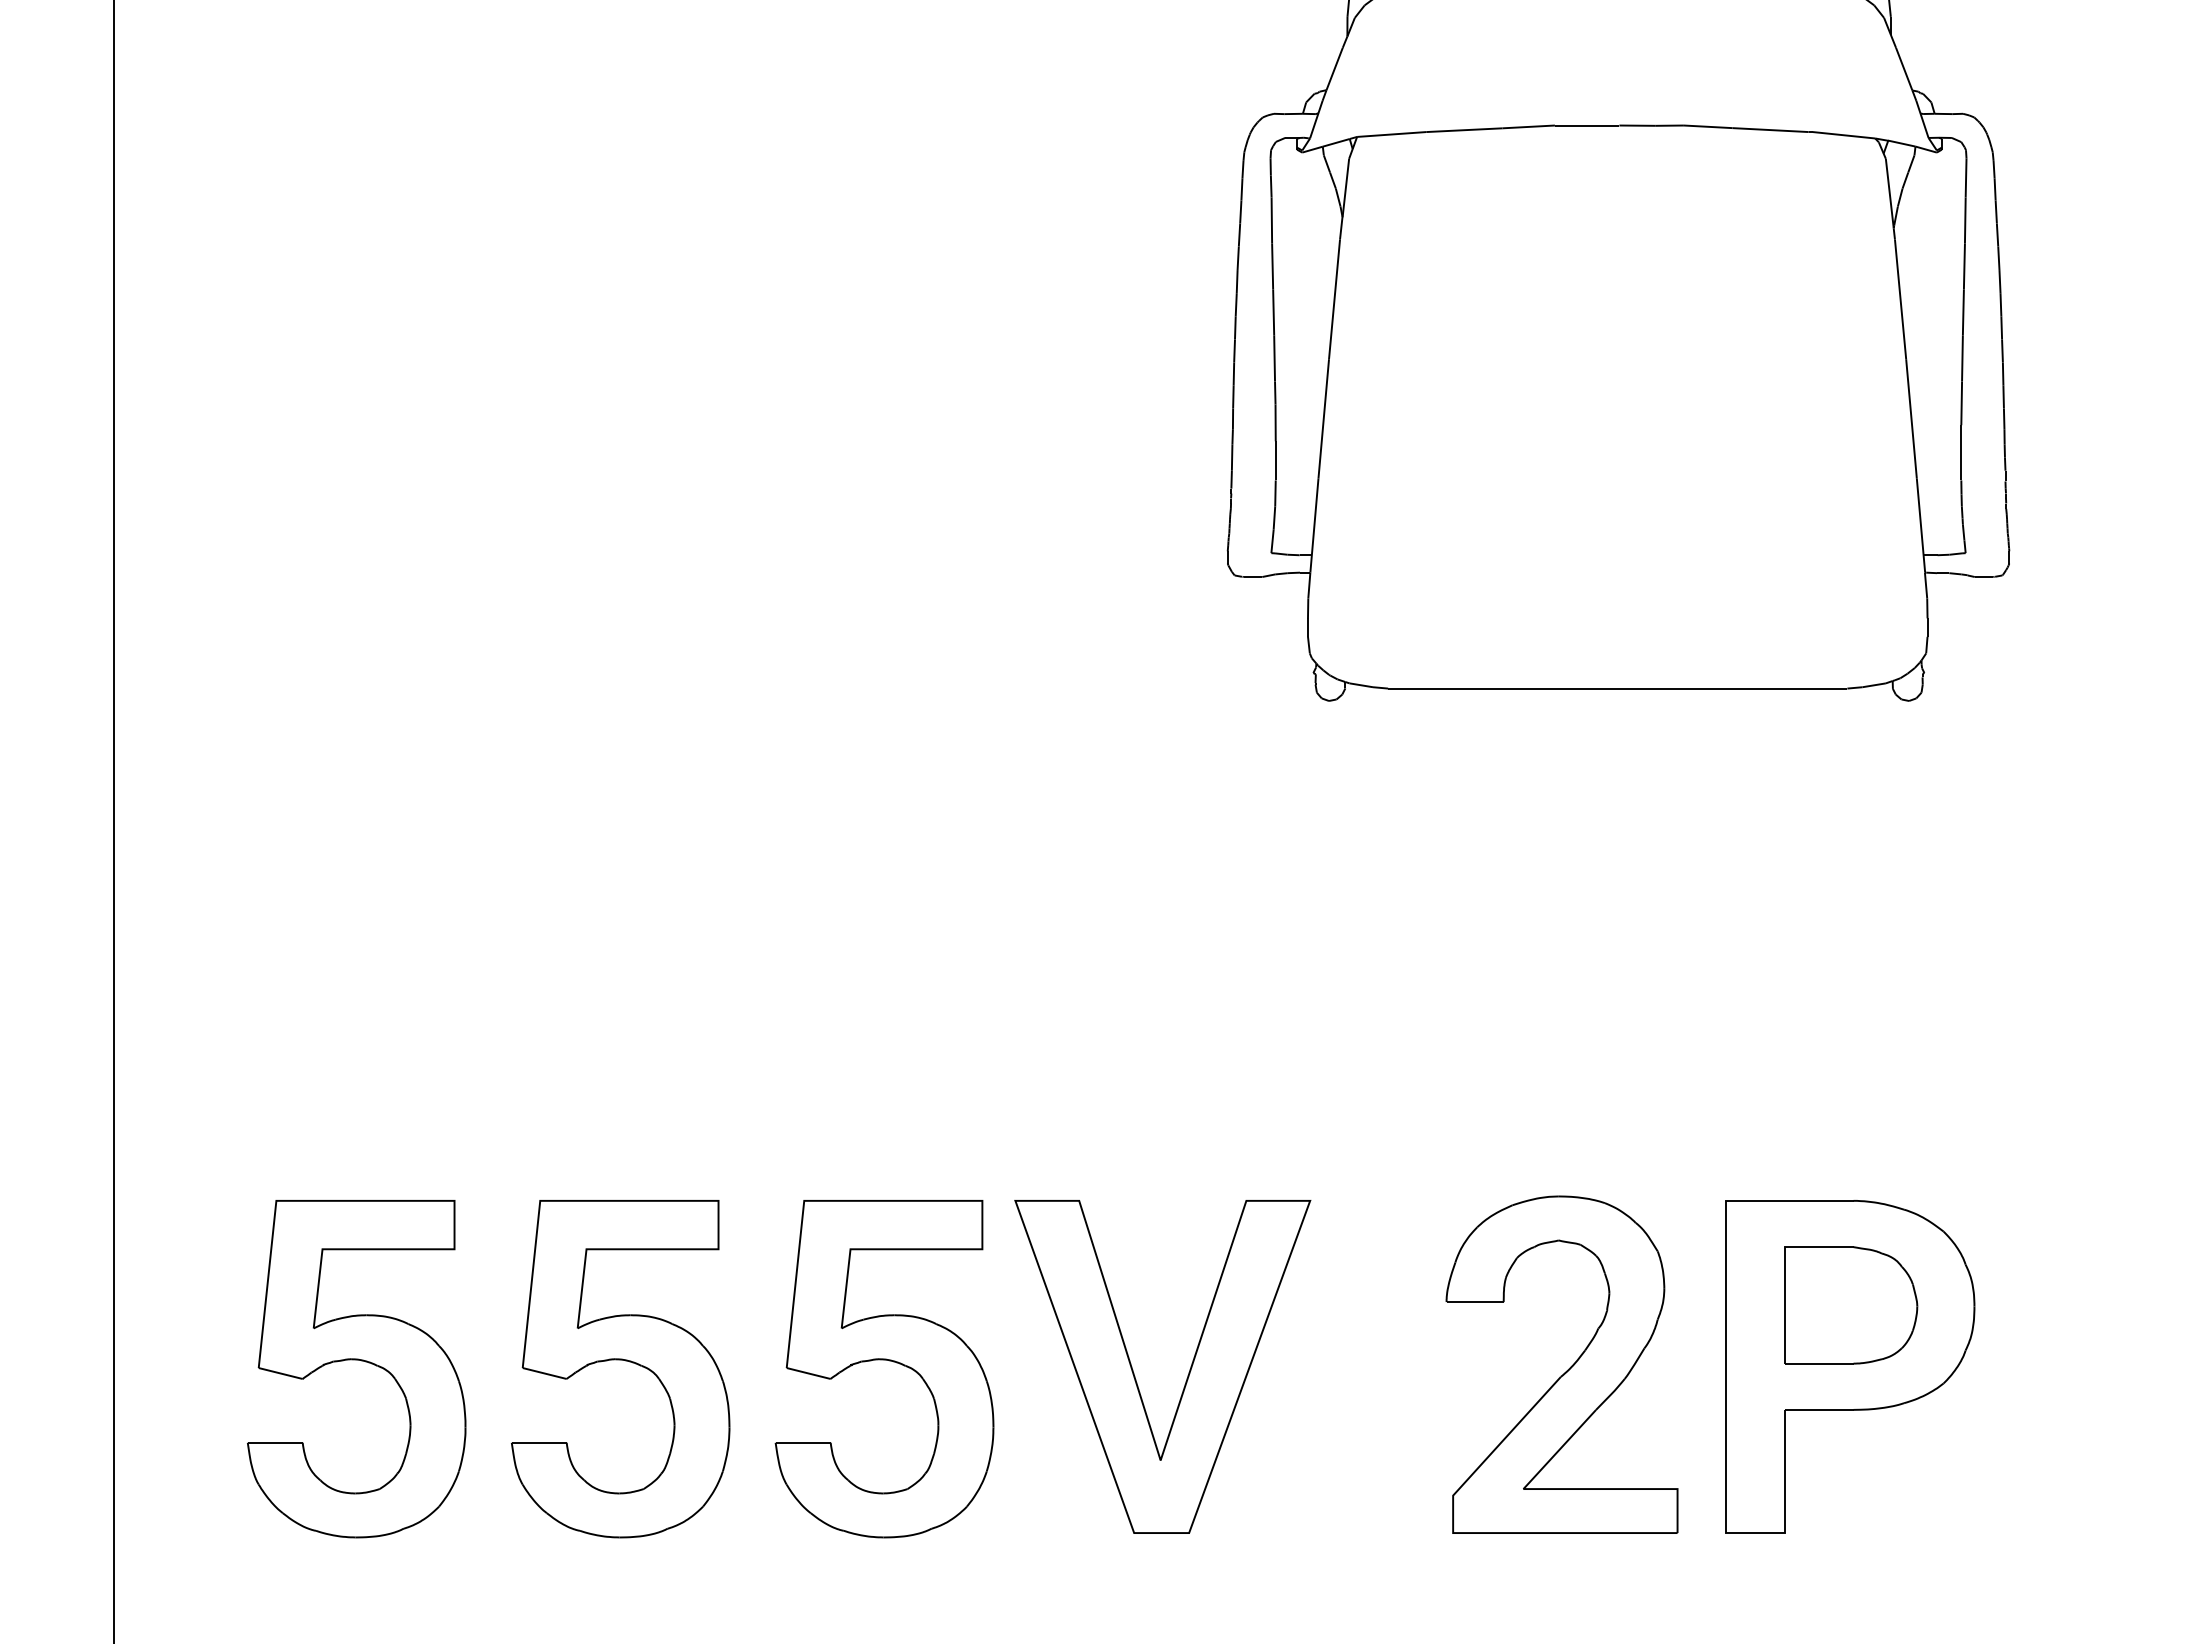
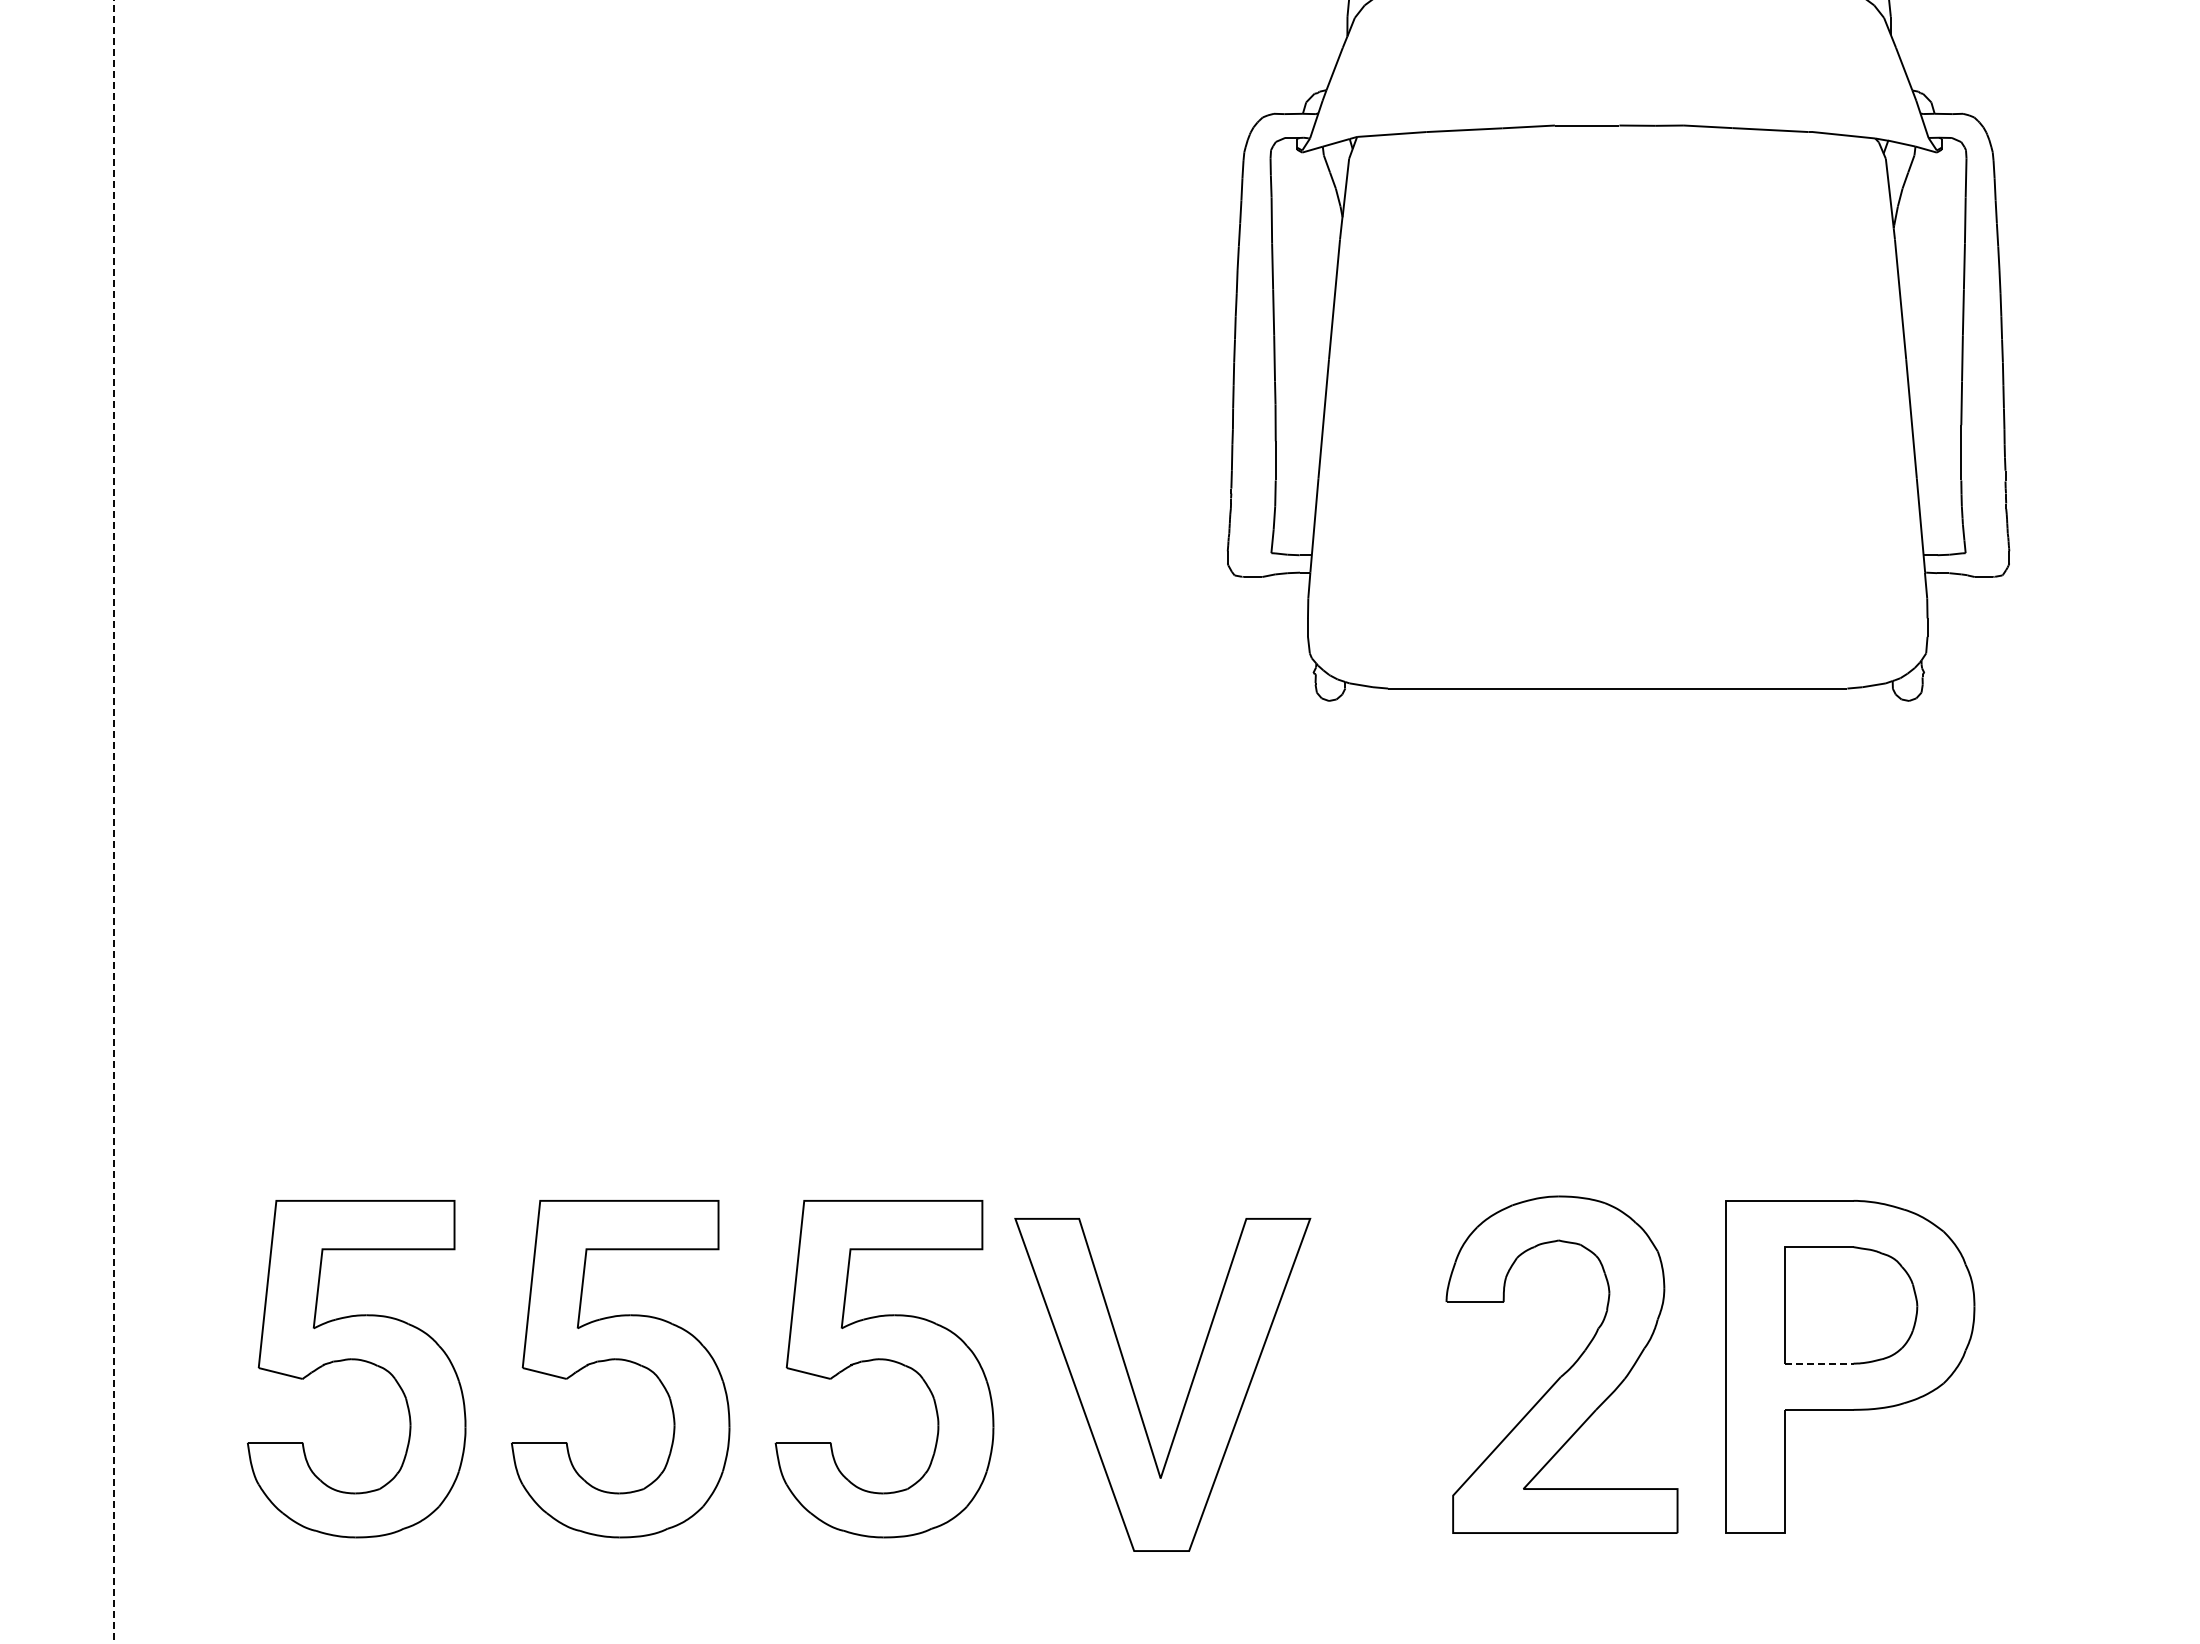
line at (114, 821): solid -> dashed
line at (1819, 1363): solid -> dashed
part at (1187, 1375) position: (1187, 1375) -> (1187, 1393)
